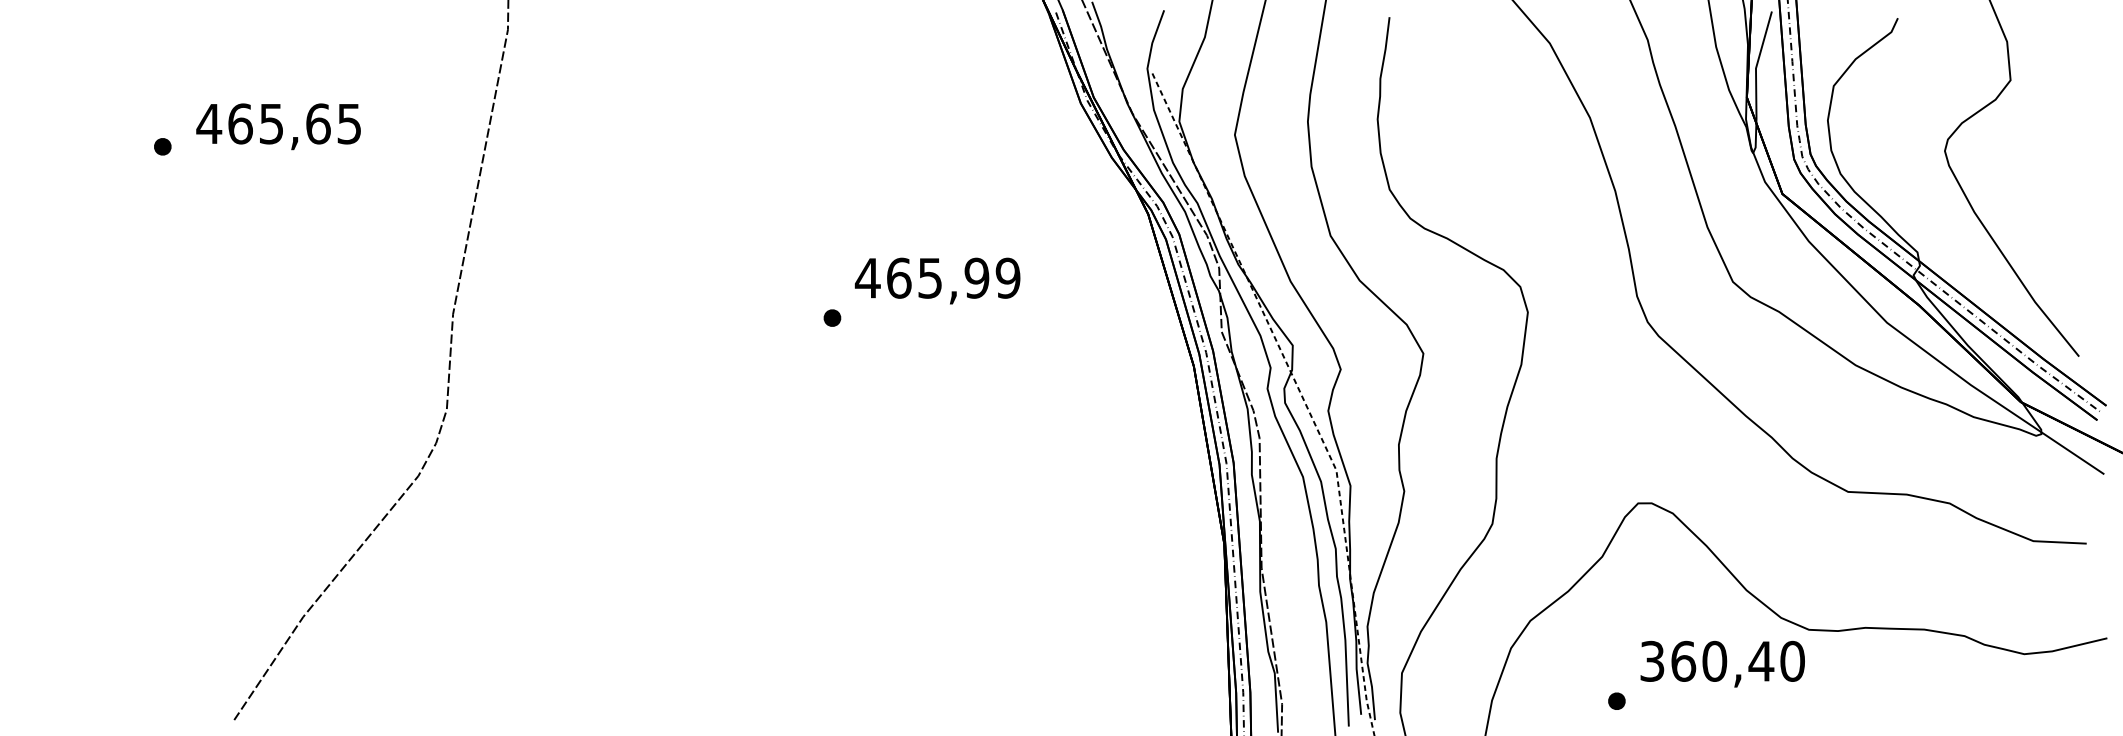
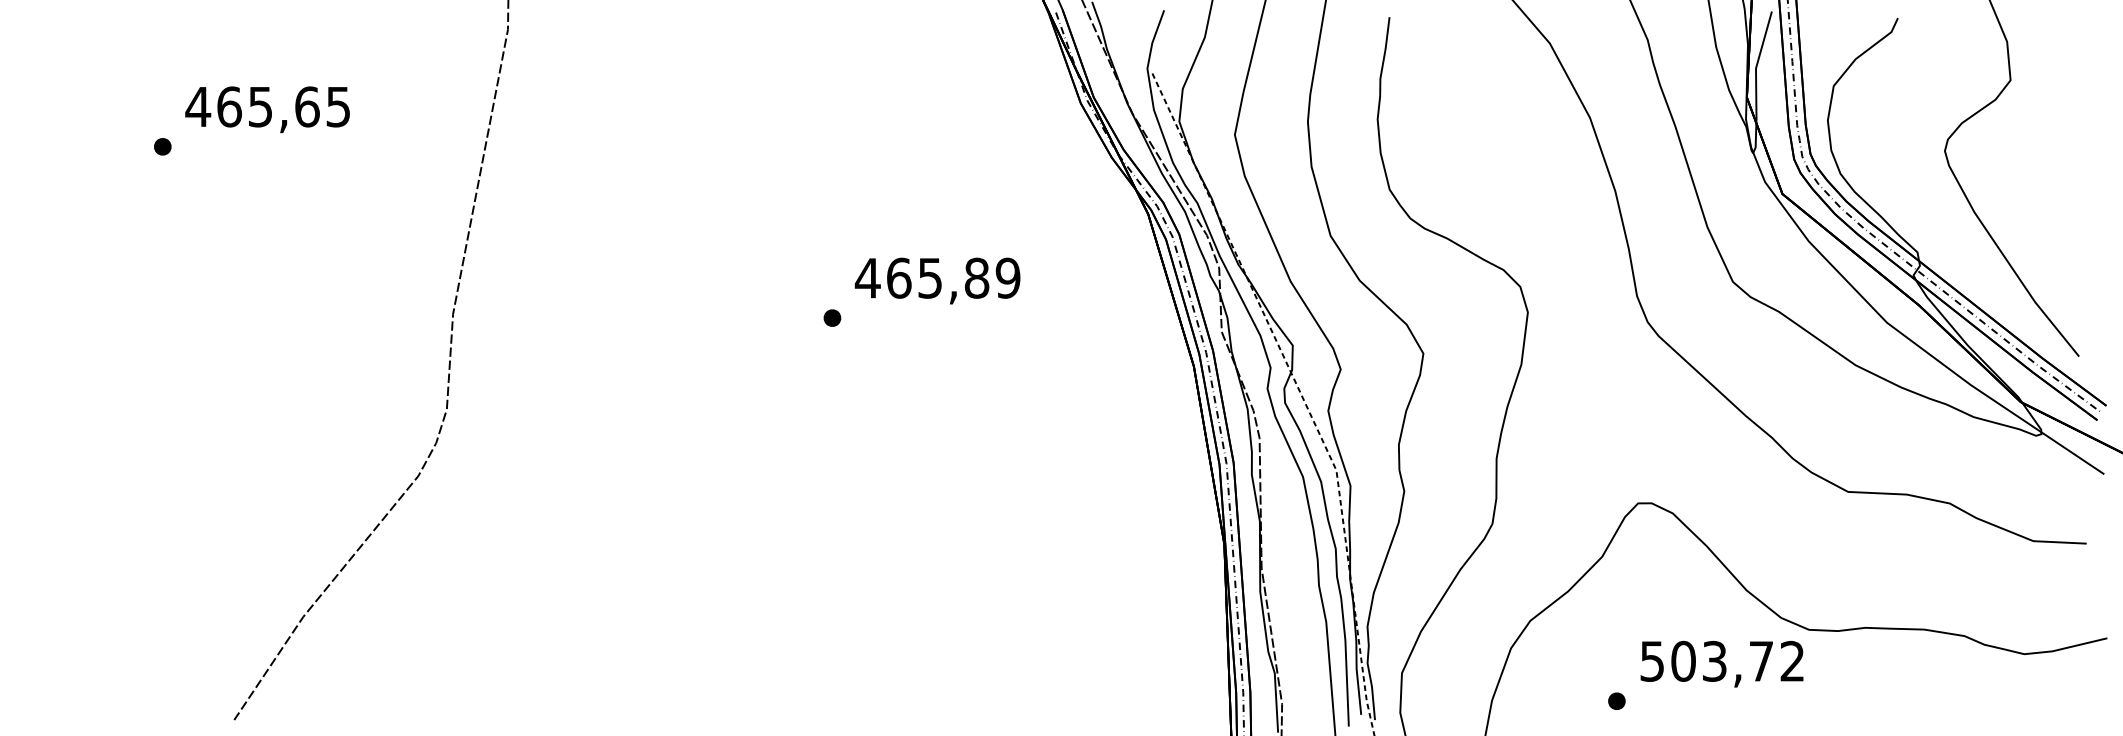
text at (278, 126) position: (278, 126) -> (267, 109)
text at (976, 277): 465,99 -> 465,89
text at (1722, 660): 360,40 -> 503,72
